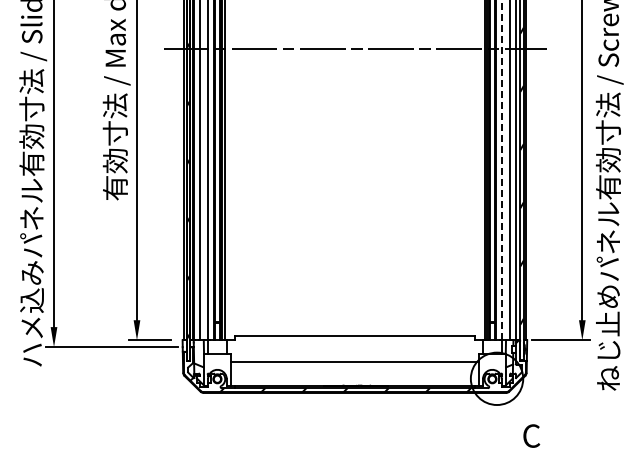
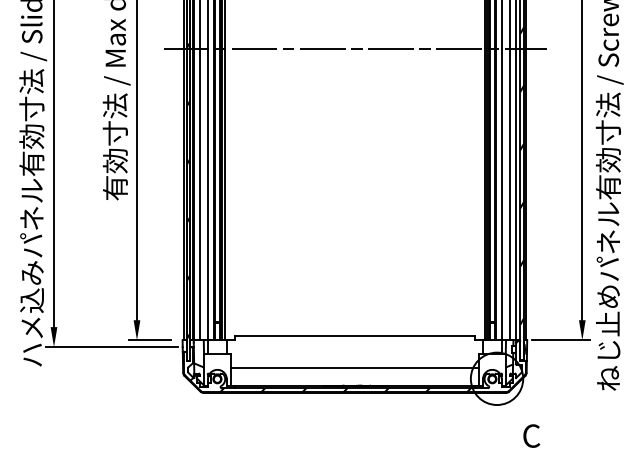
line at (502, 170): dashed -> solid
line at (354, 361) position: (354, 361) -> (354, 367)
